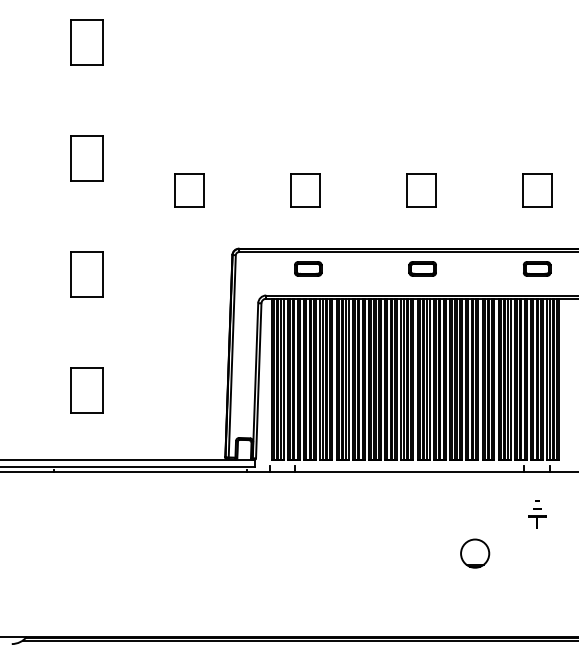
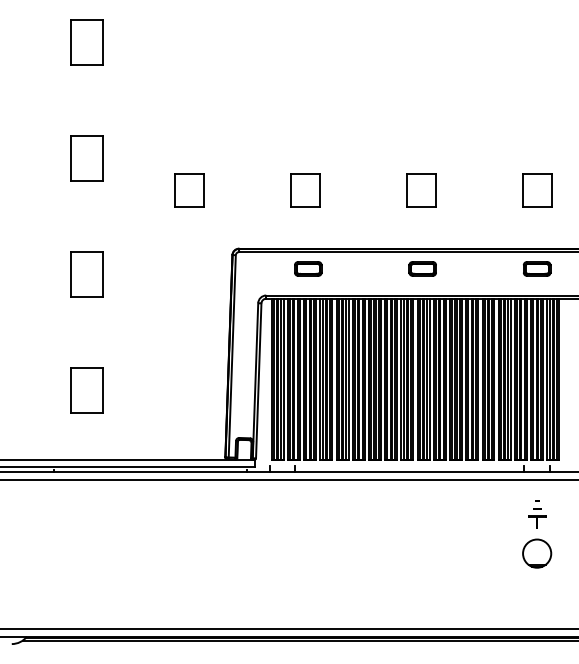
line at (288, 479): none -> present
part at (475, 553) position: (475, 553) -> (537, 553)
line at (288, 628): none -> present
